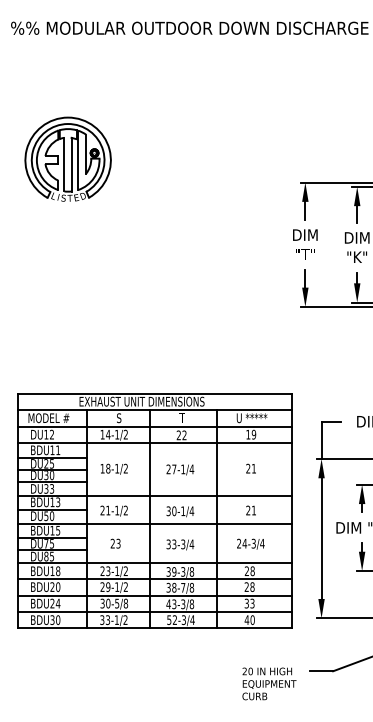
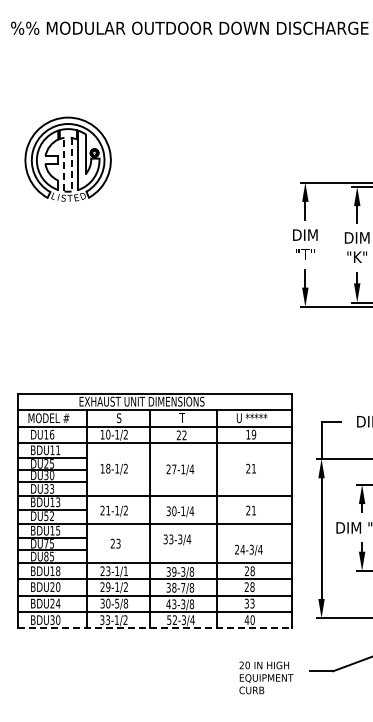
line at (64, 164): solid -> dashed
line at (71, 164): solid -> dashed
text at (52, 434): DU12 -> DU16
text at (108, 434): 14-1/2 -> 10-1/2
text at (51, 515): DU50 -> DU52
text at (250, 543) position: (250, 543) -> (248, 549)
text at (180, 544) position: (180, 544) -> (177, 539)
text at (125, 570): 23-1/2 -> 23-1/1
line at (155, 628): solid -> dashed
text at (269, 683) position: (269, 683) -> (266, 677)
